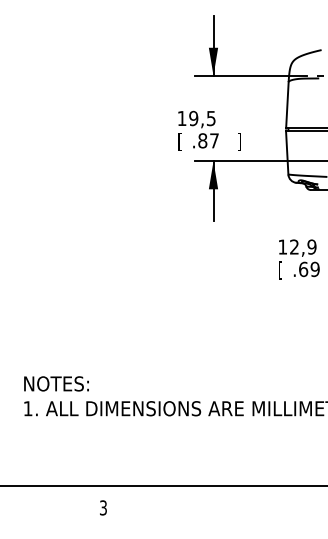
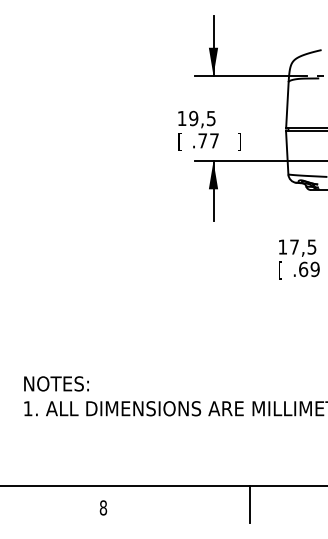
text at (202, 140): .87 -> .77
text at (303, 246): 12,9 -> 17,5
line at (250, 503): none -> present
text at (103, 507): 3 -> 8
